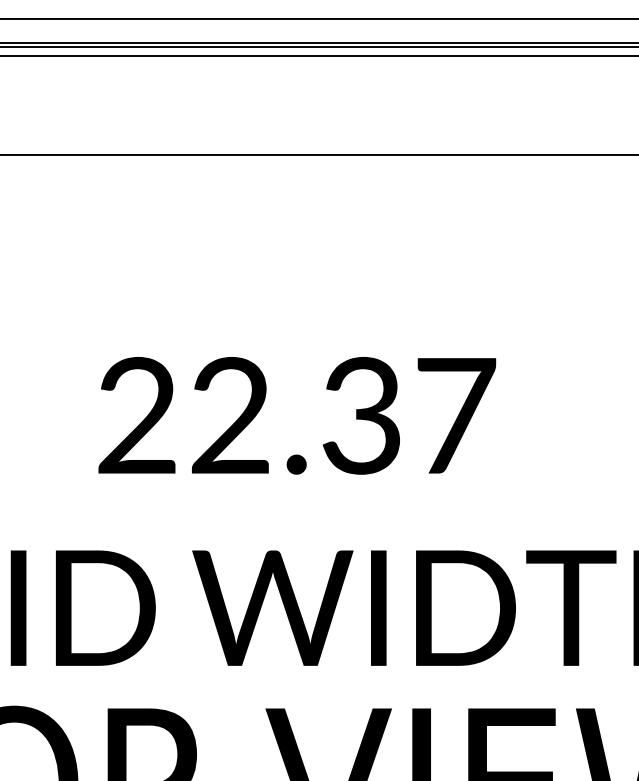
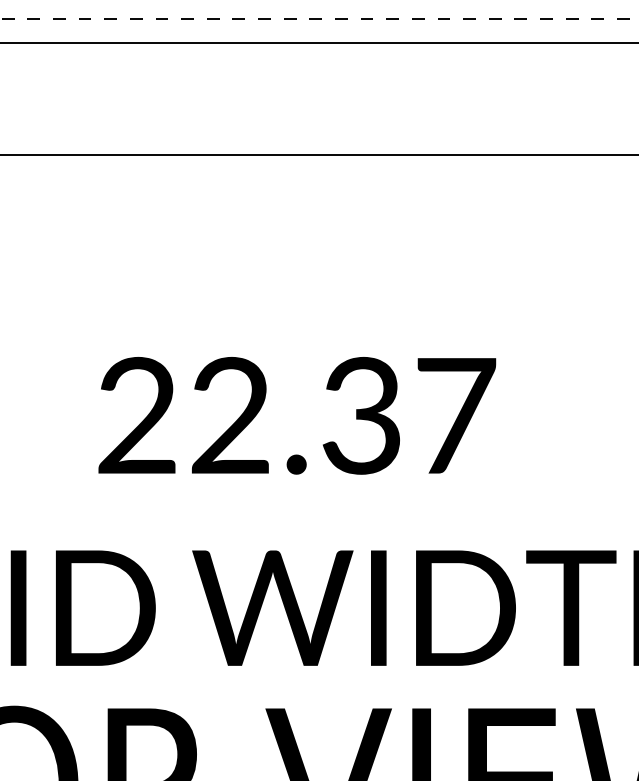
line at (319, 19): solid -> dashed
line at (318, 46): present -> none
line at (318, 56): present -> none
